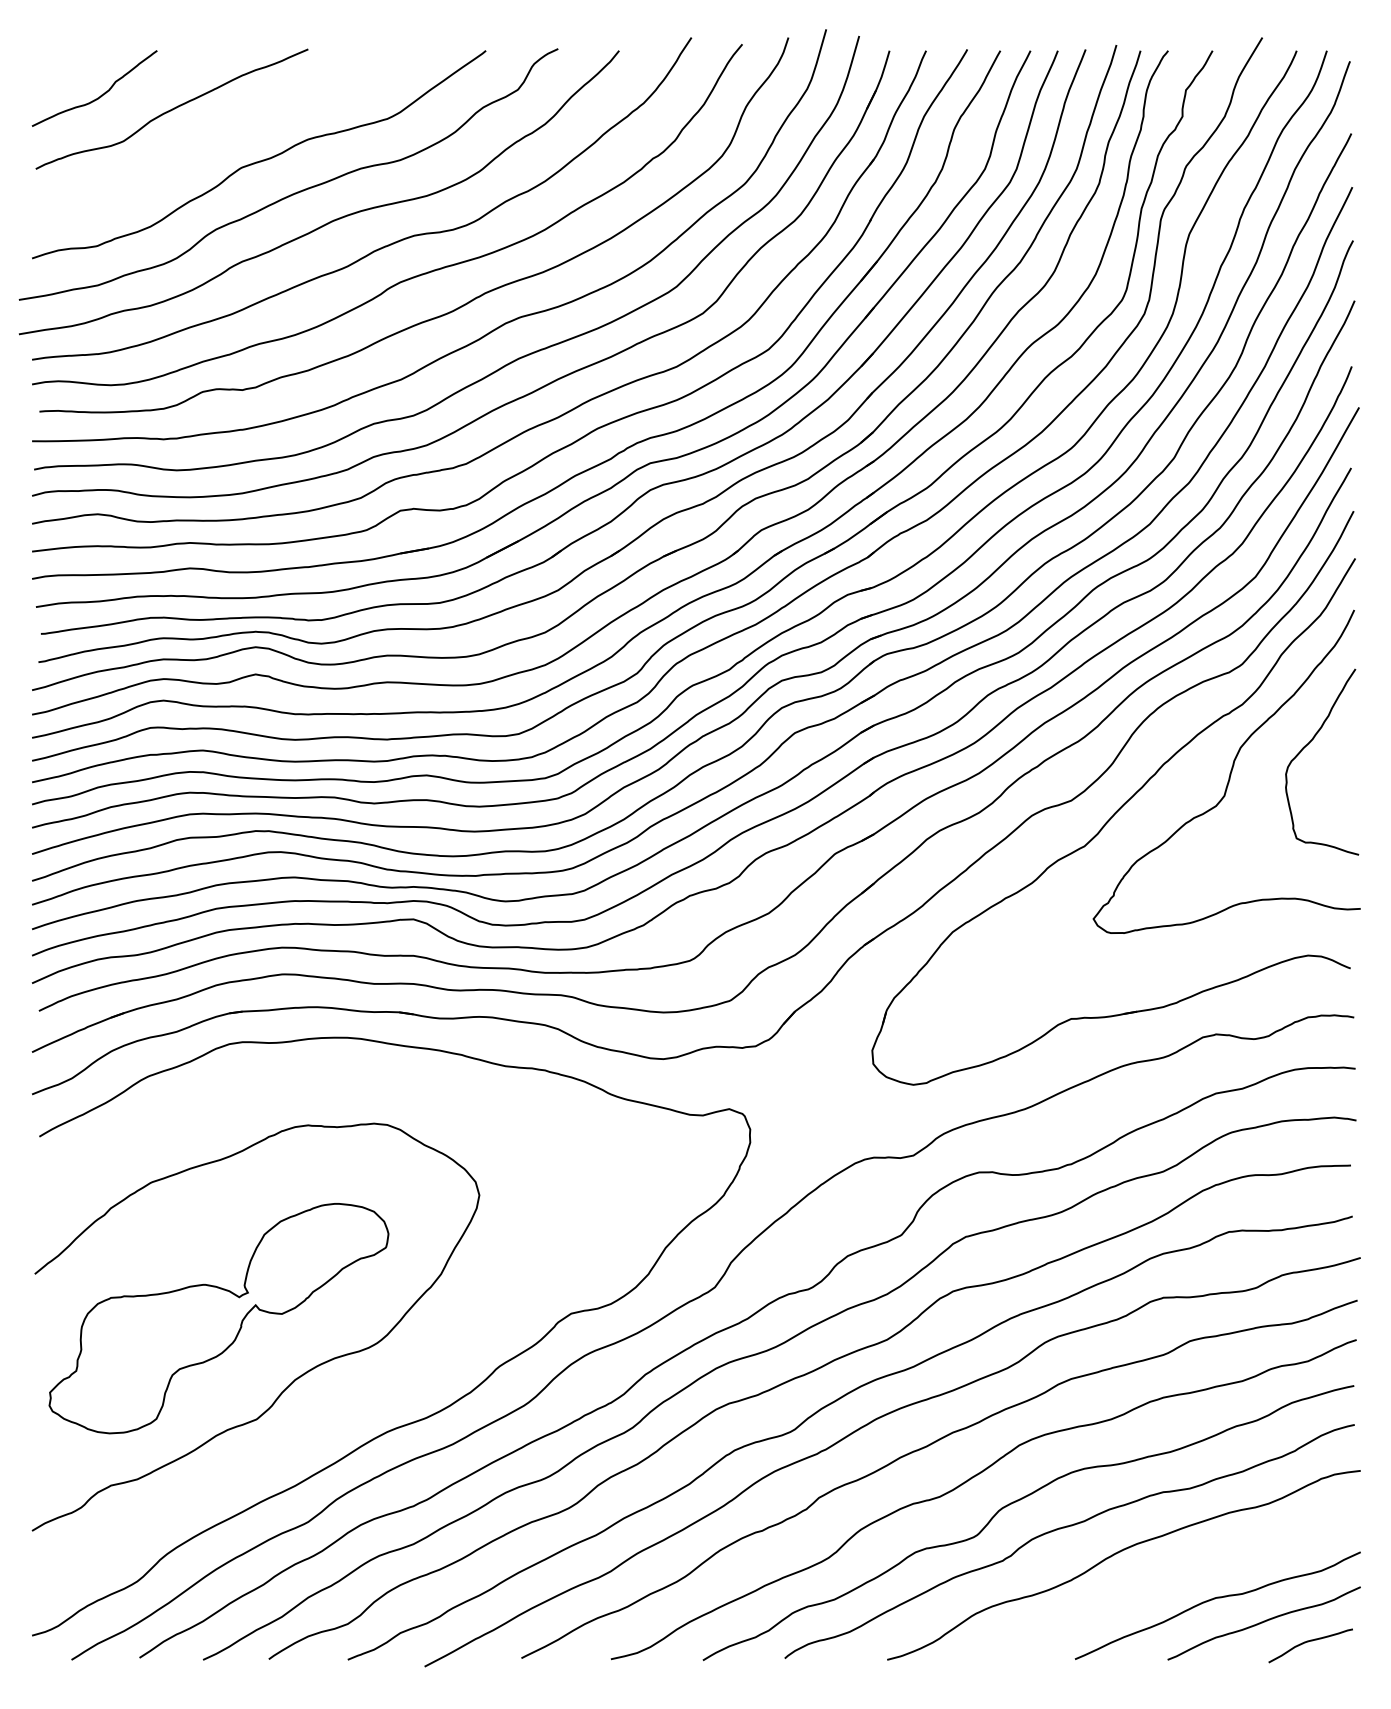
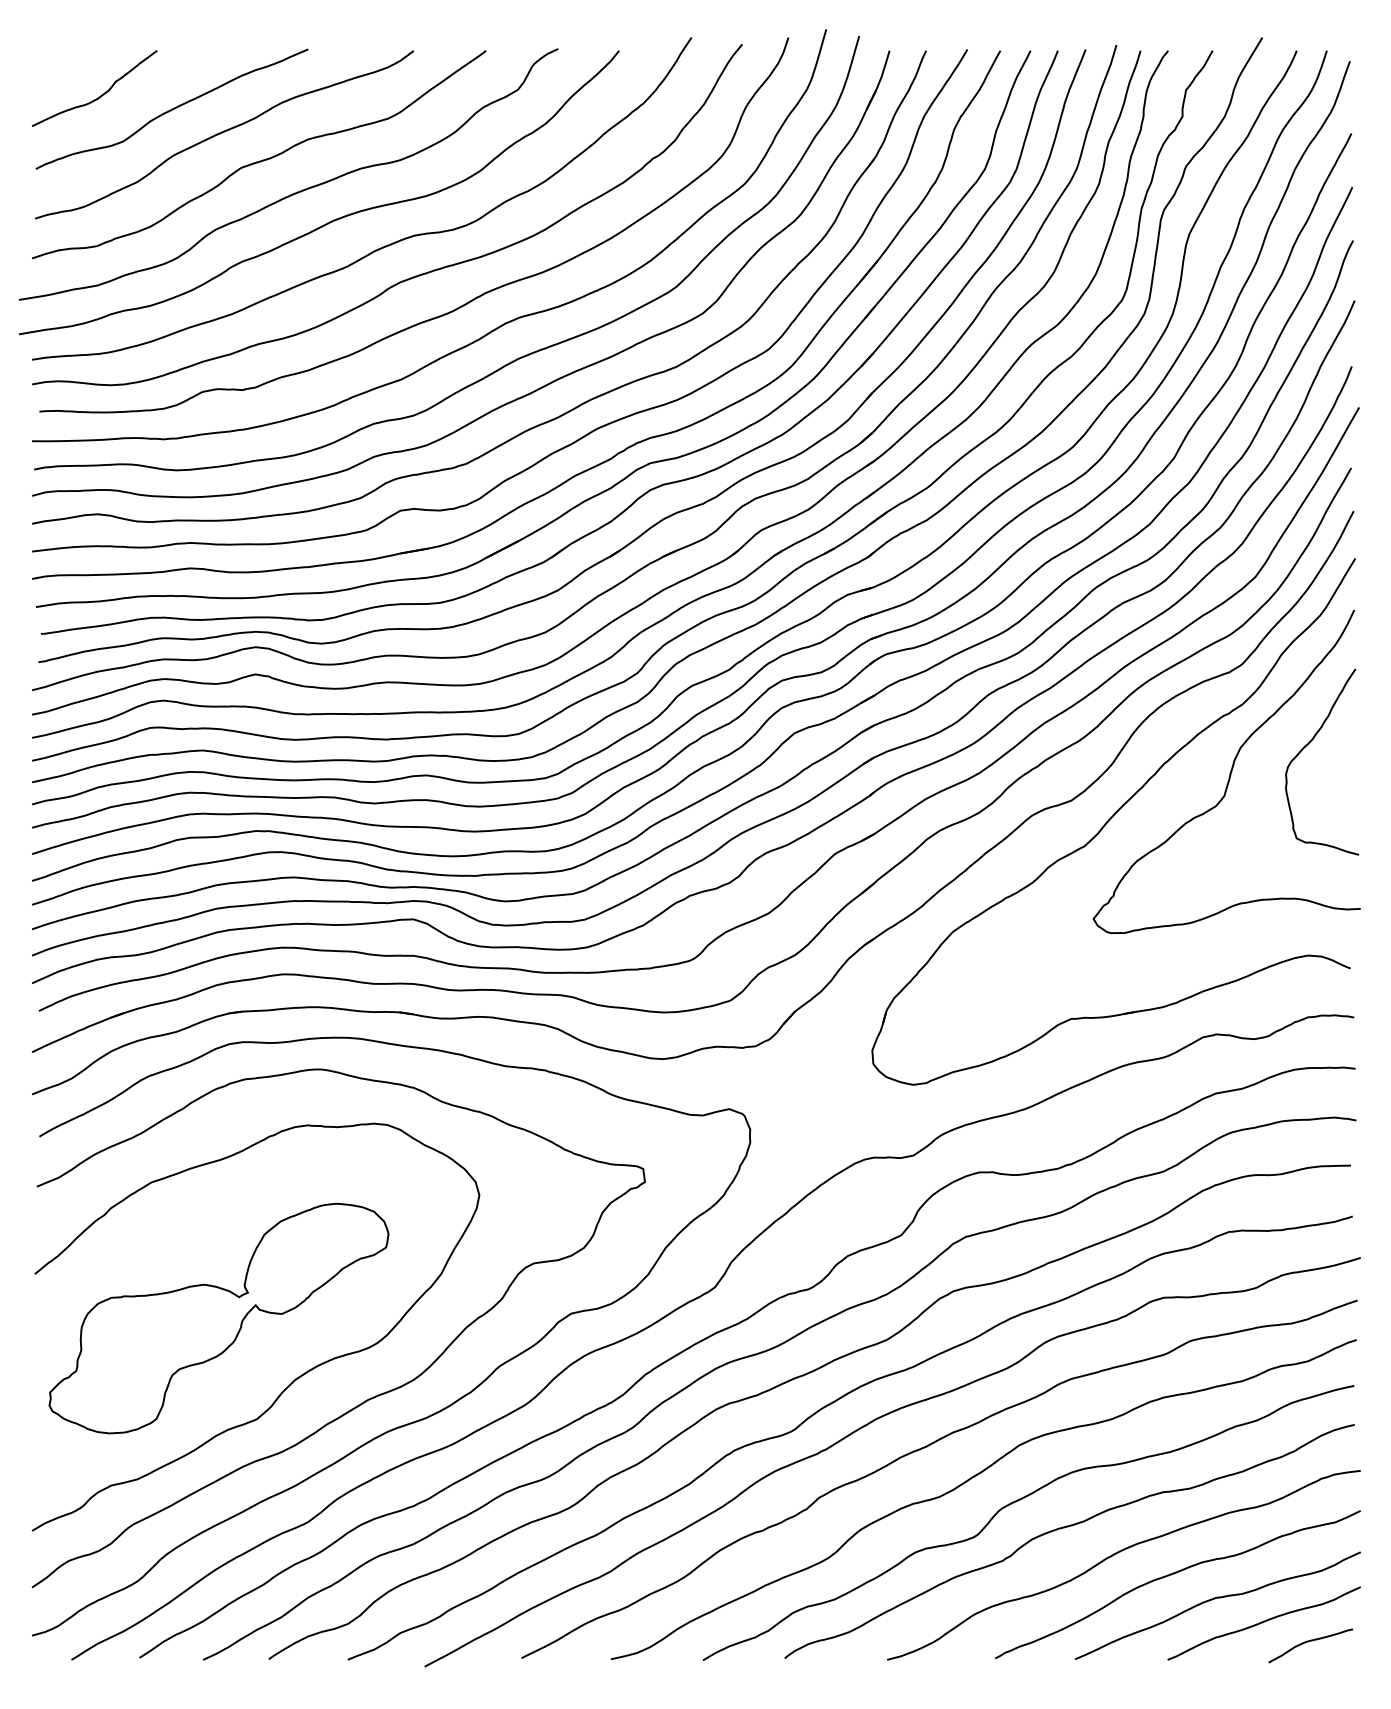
curve at (224, 132): none -> present
curve at (368, 1398): none -> present
curve at (1174, 1574): none -> present
